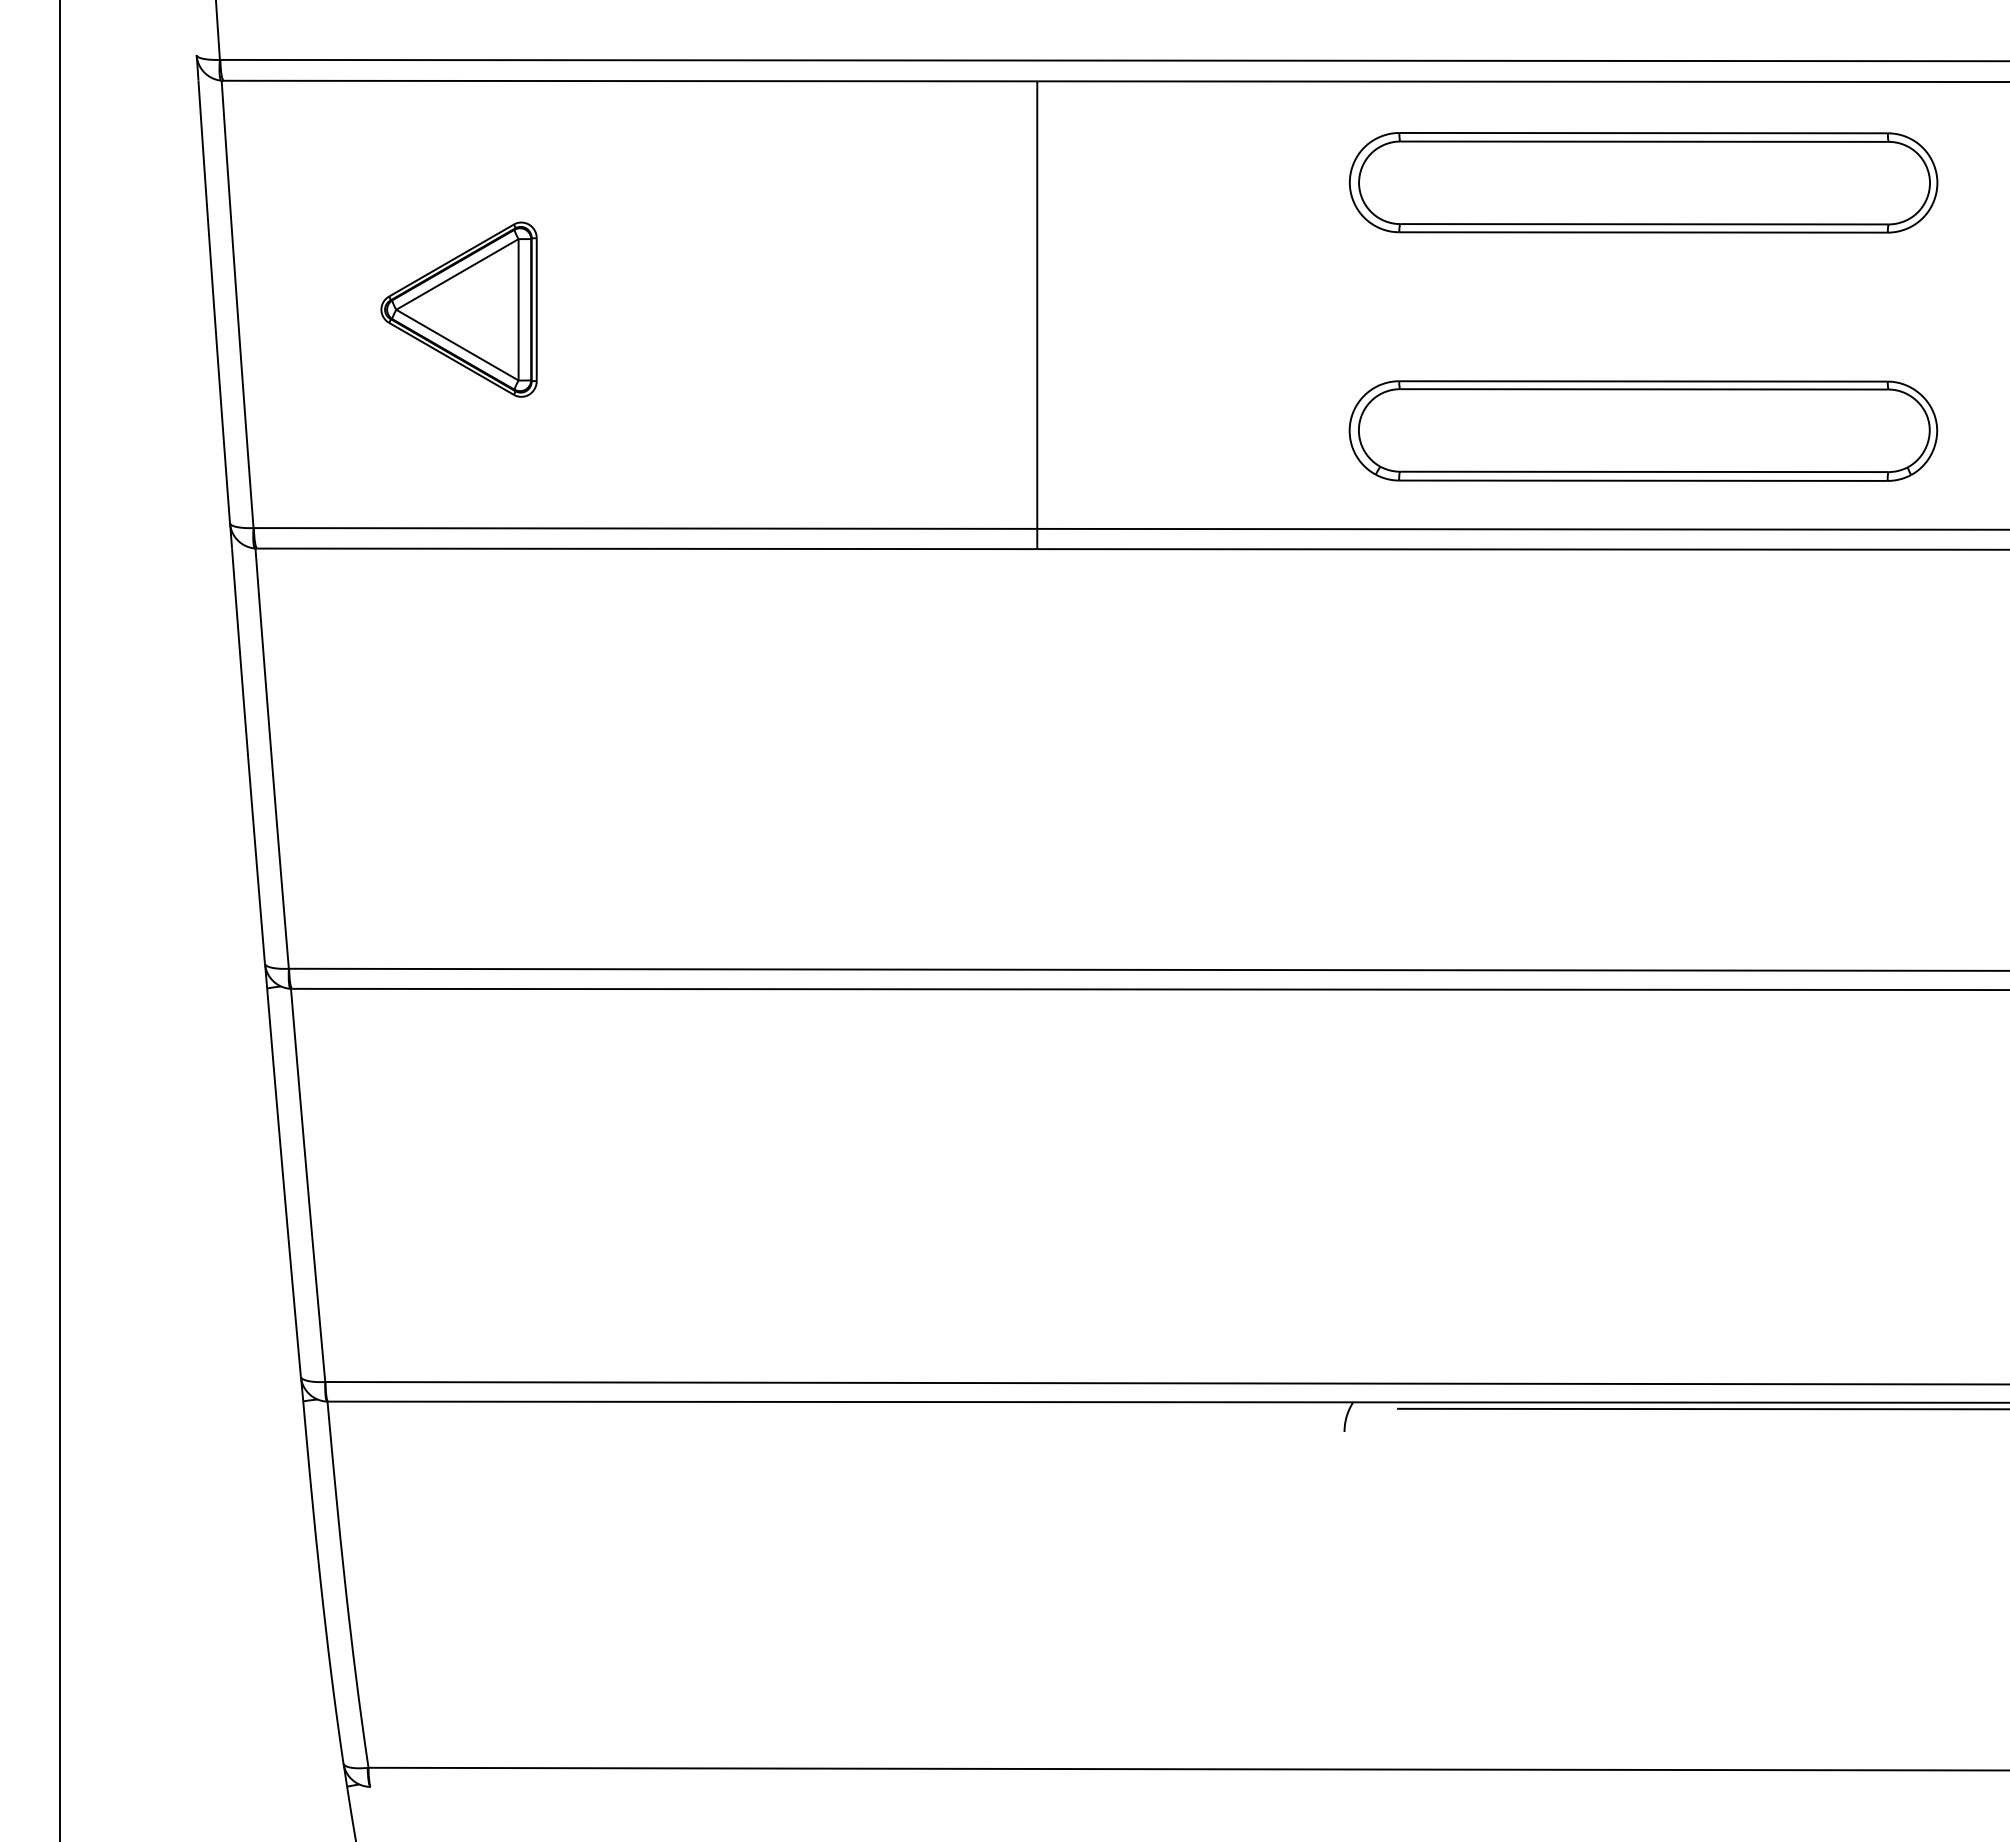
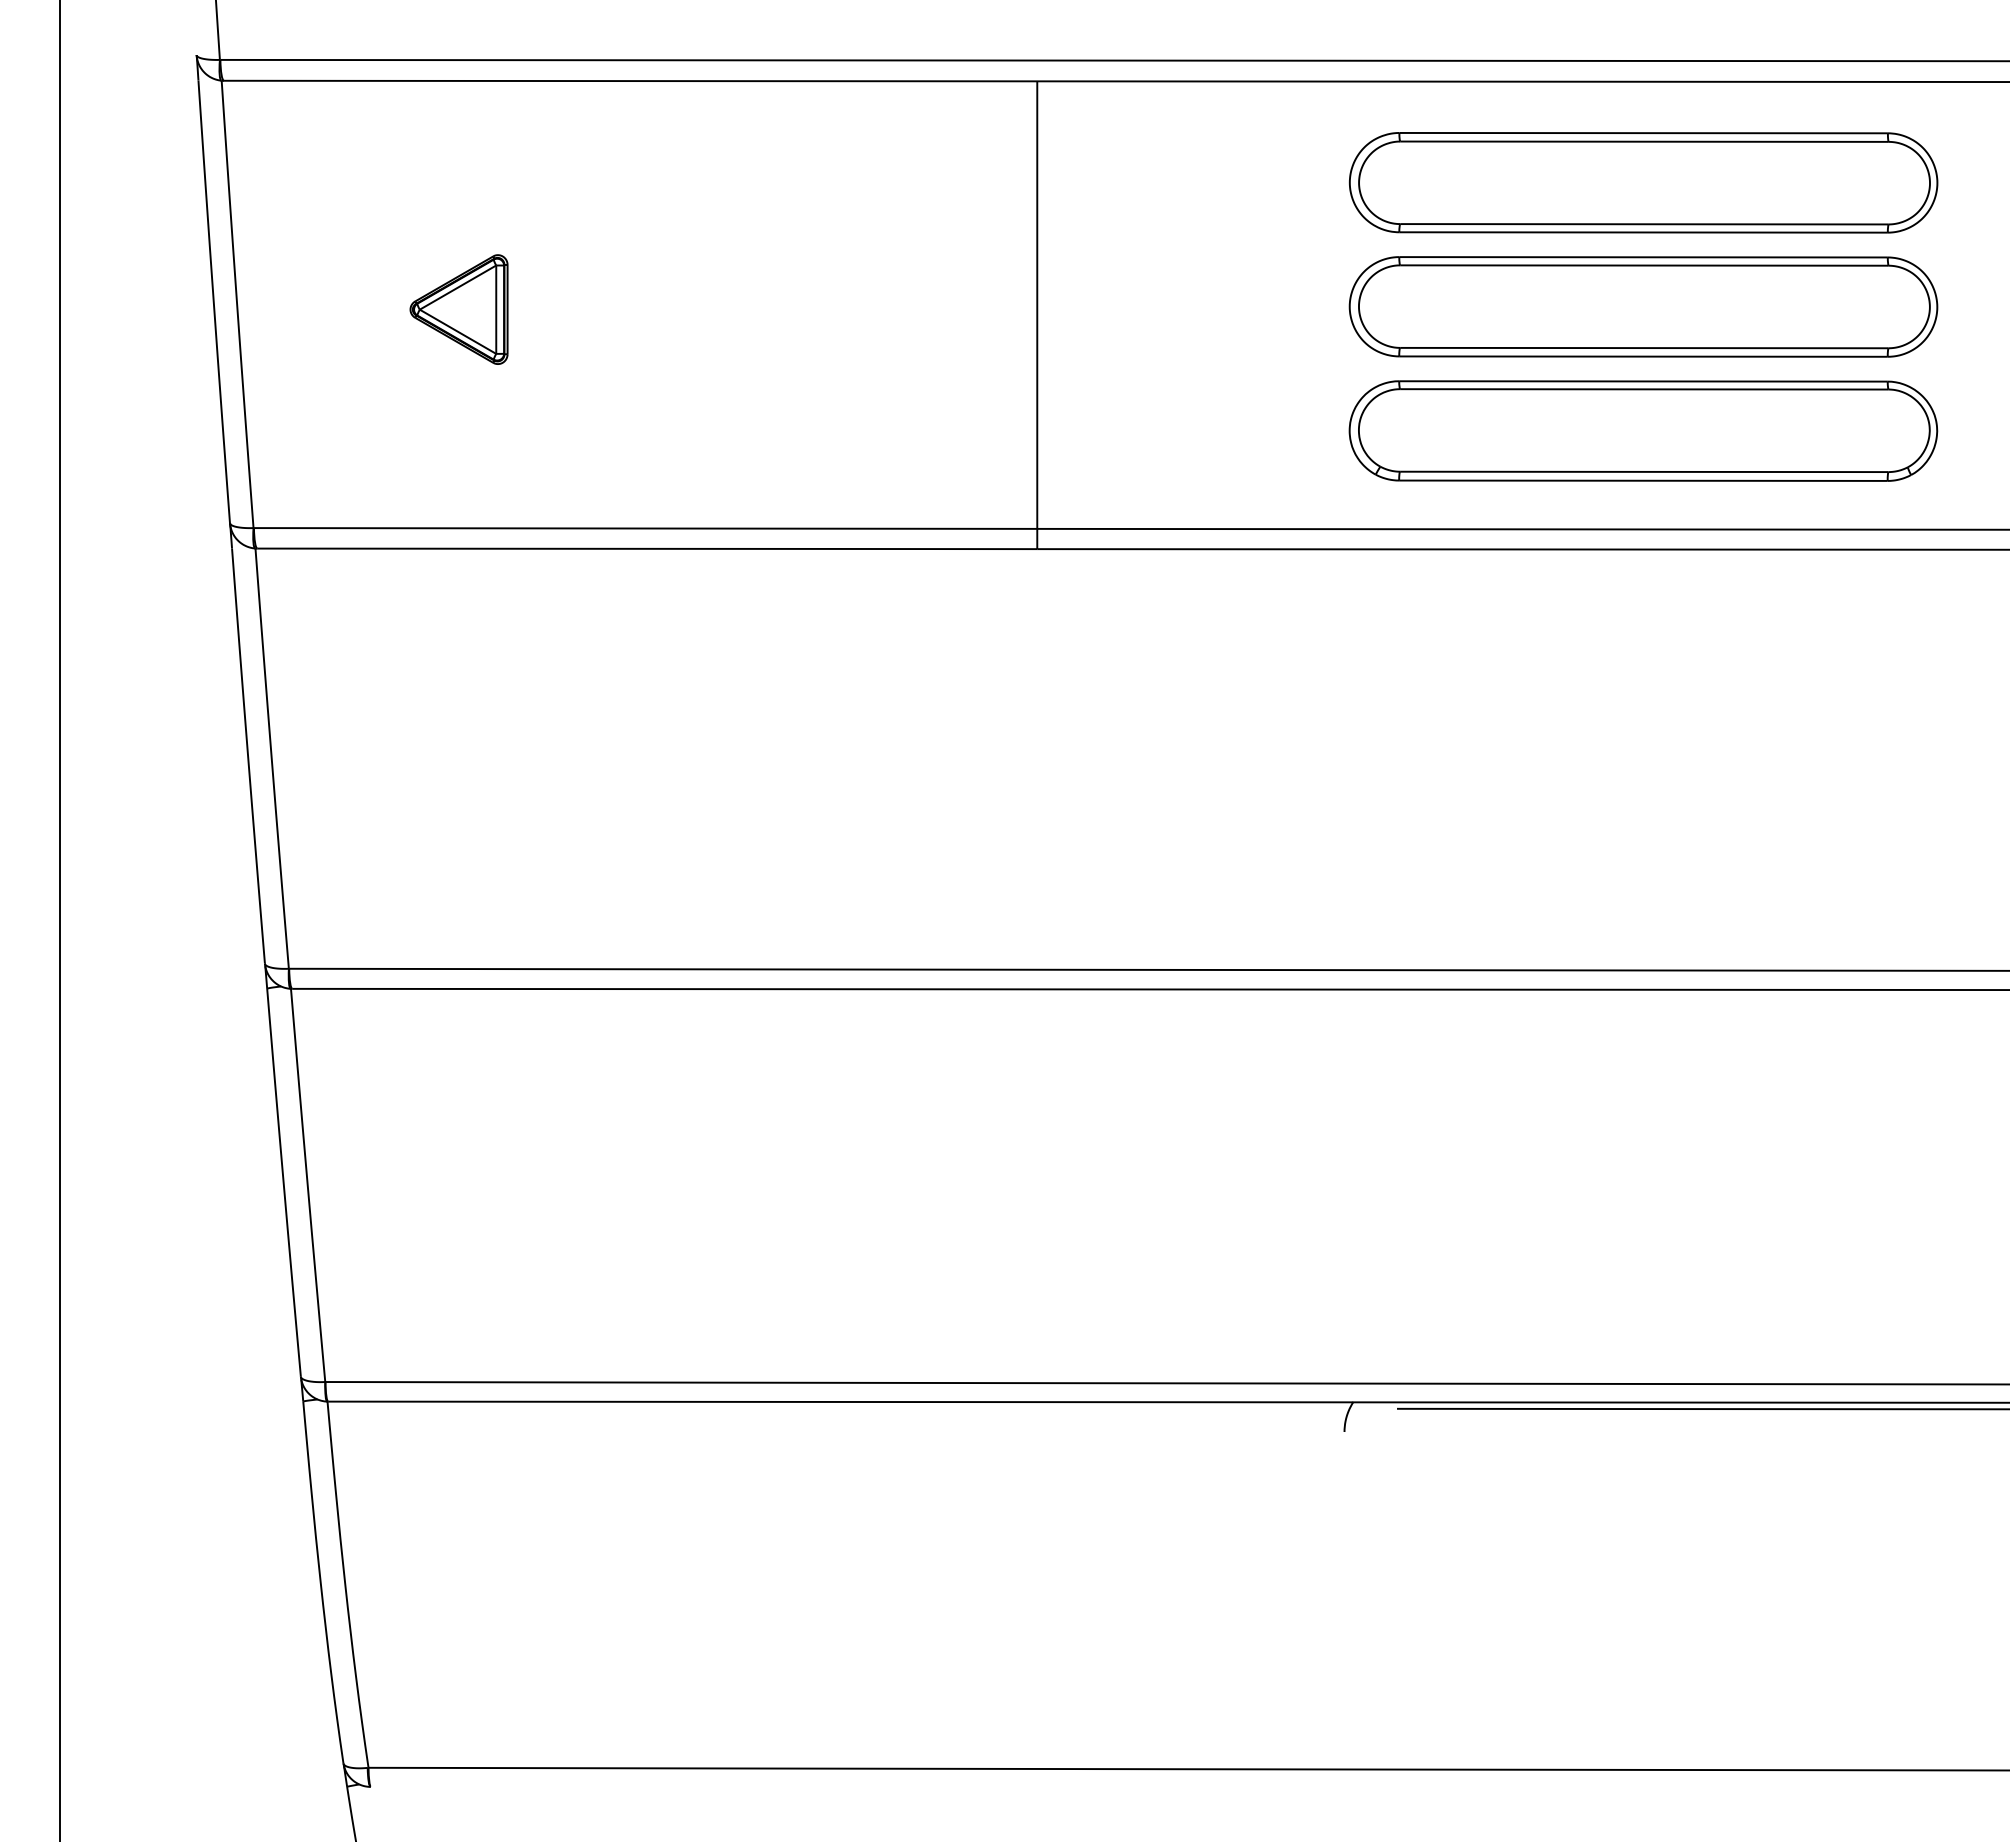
part at (1643, 306): none -> present
part at (458, 309) size: 158x177 px -> 100x111 px
